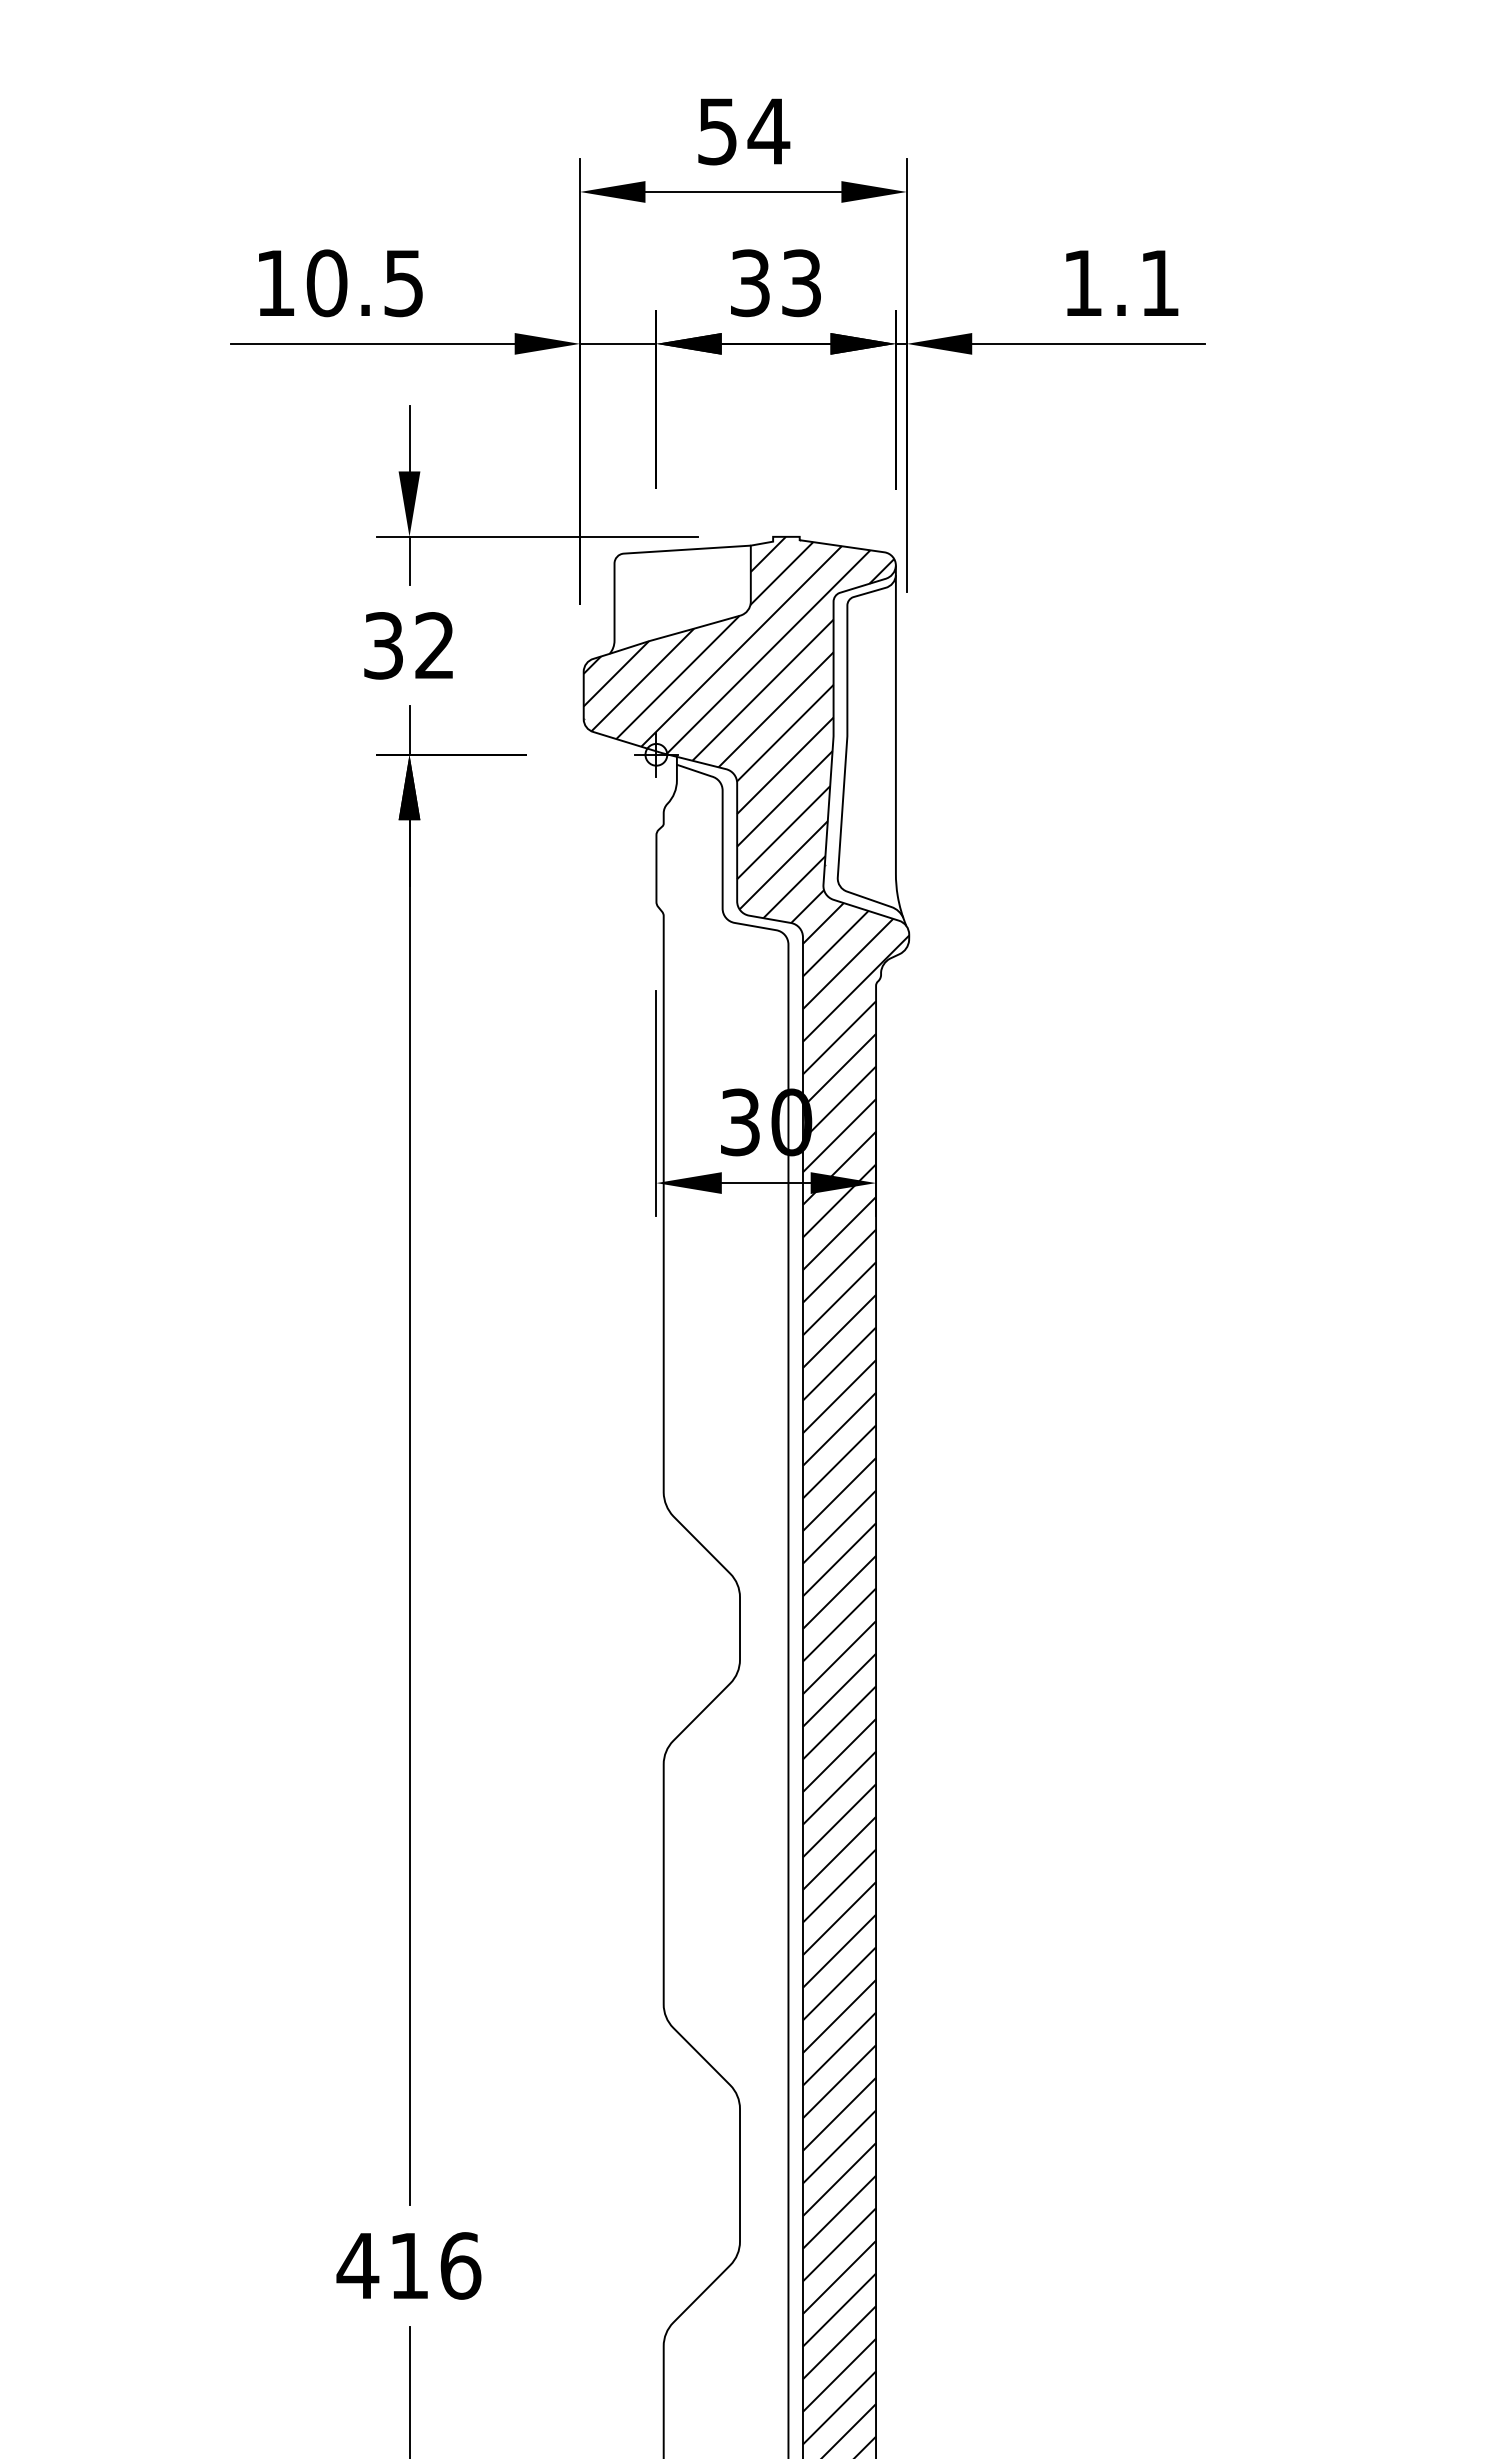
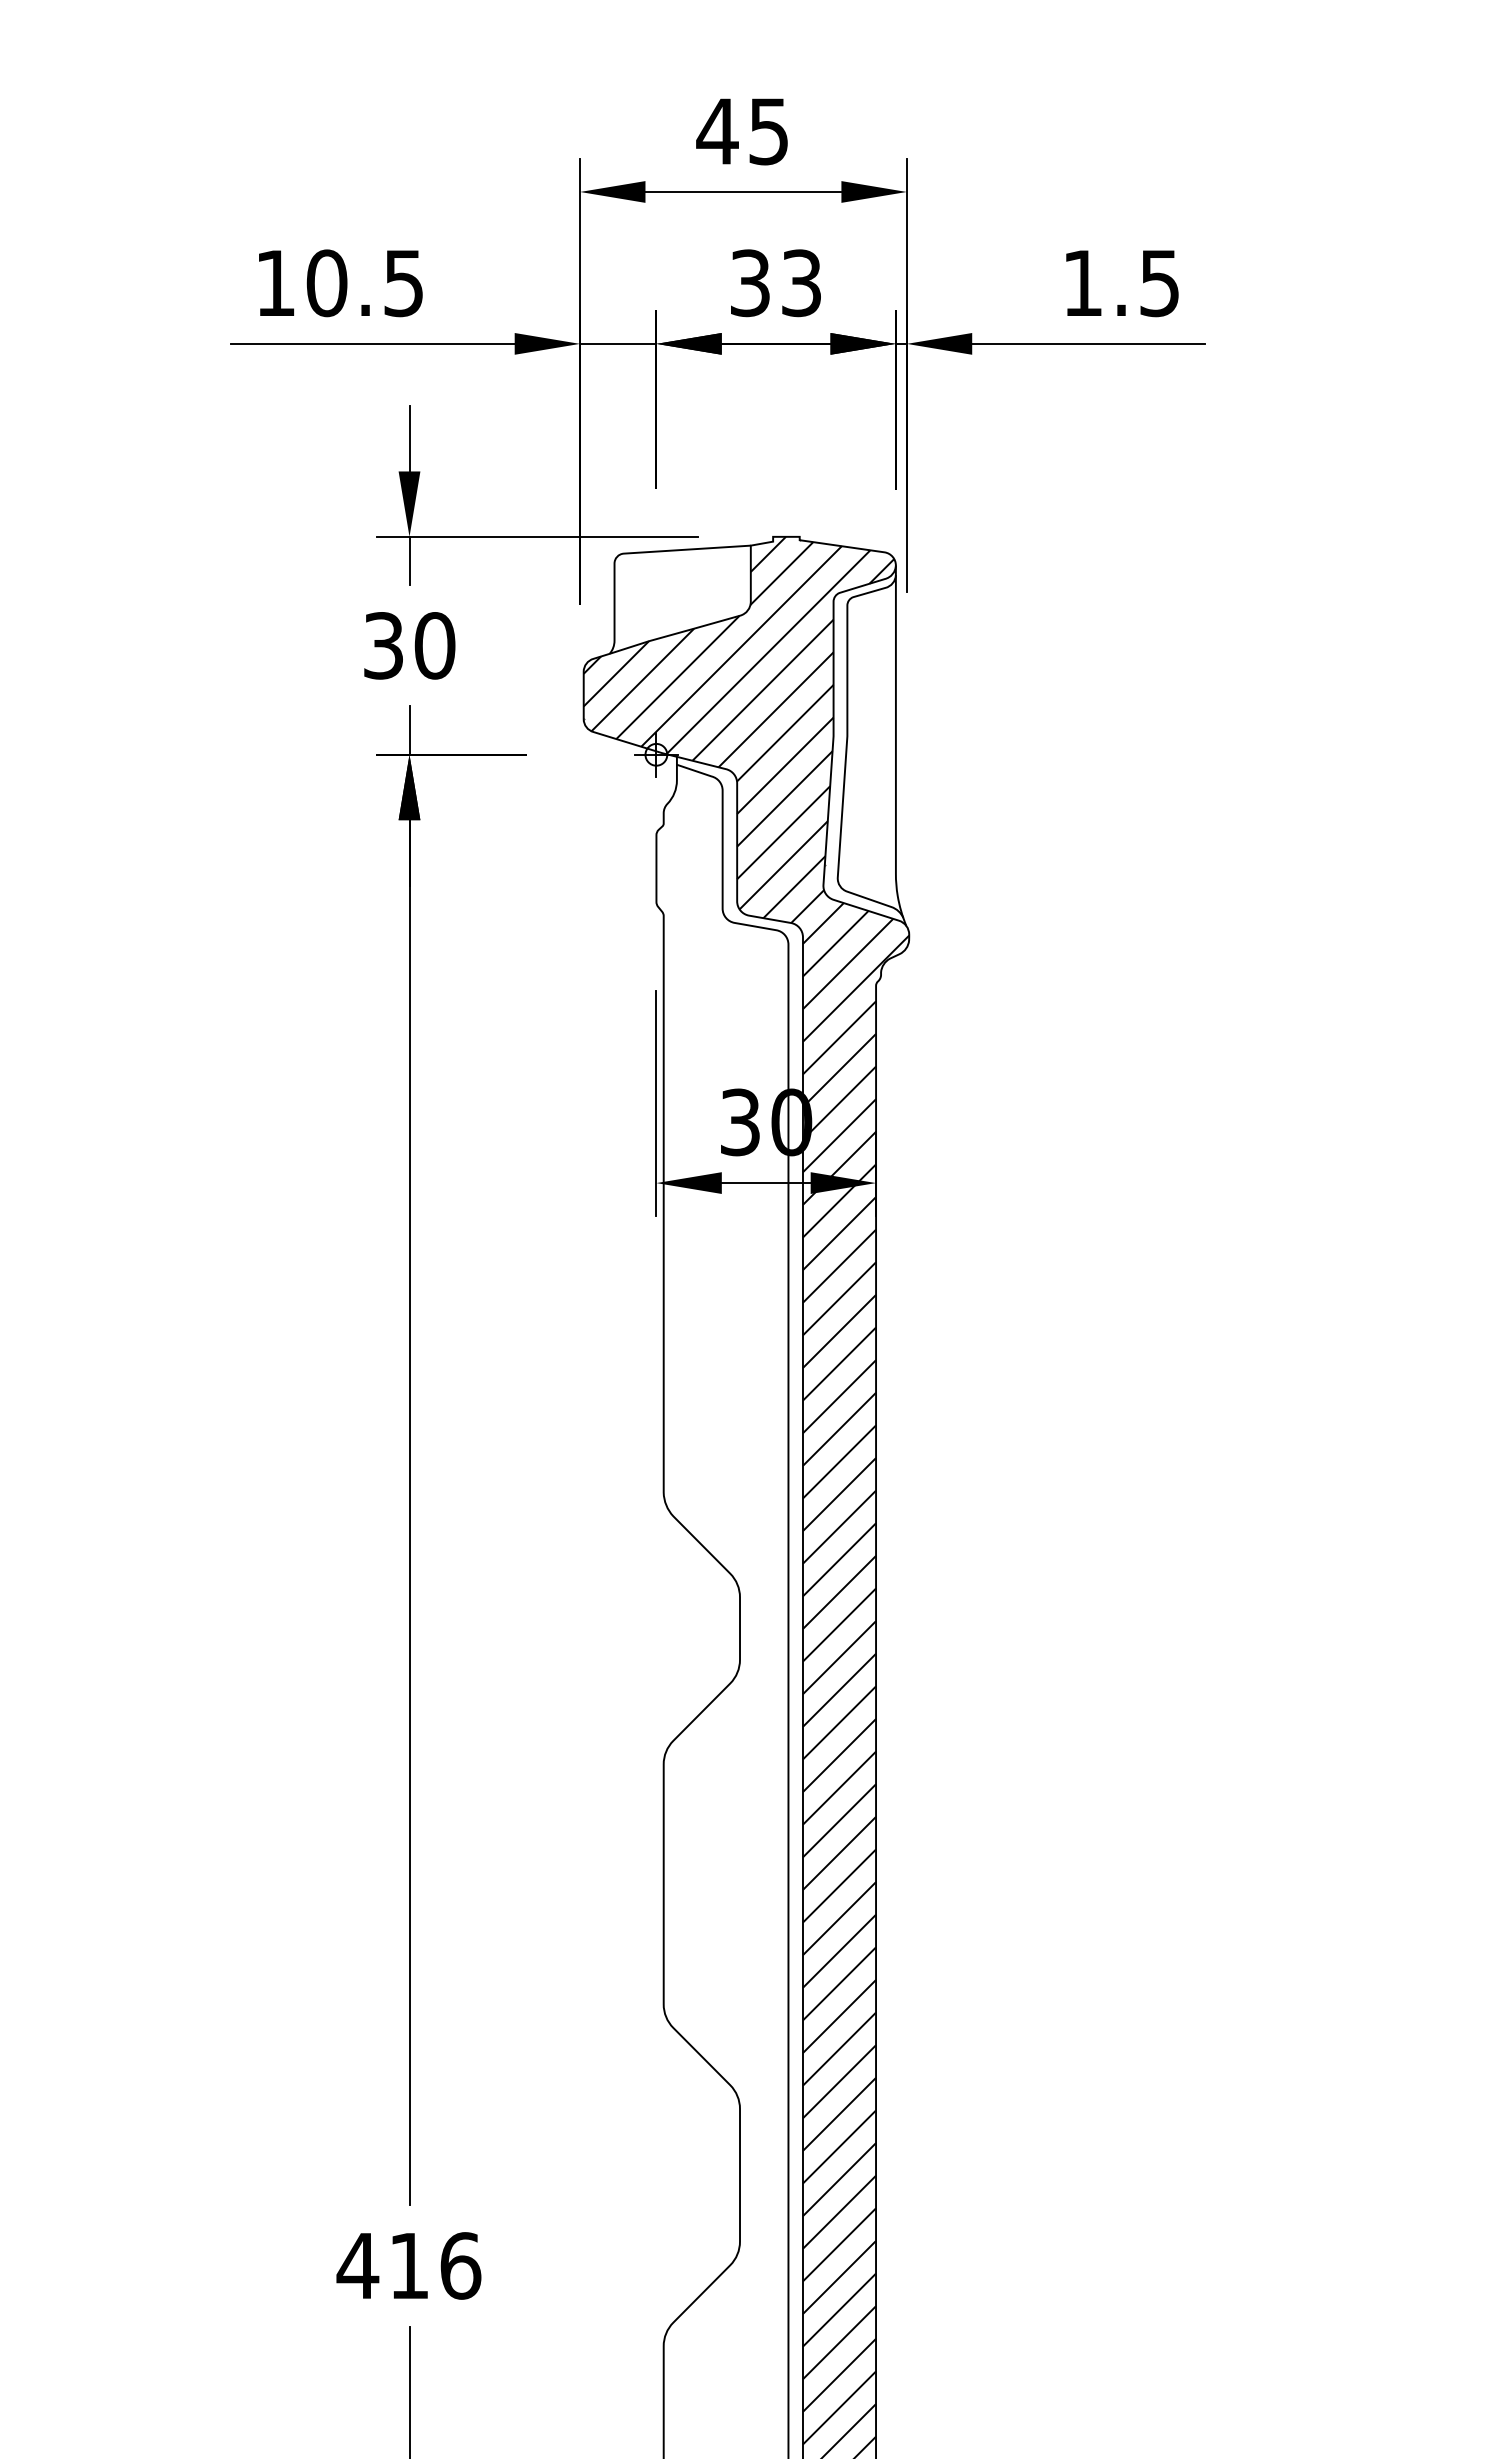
text at (743, 131): 54 -> 45
text at (1159, 283): 1.1 -> 1.5
text at (434, 645): 32 -> 30
